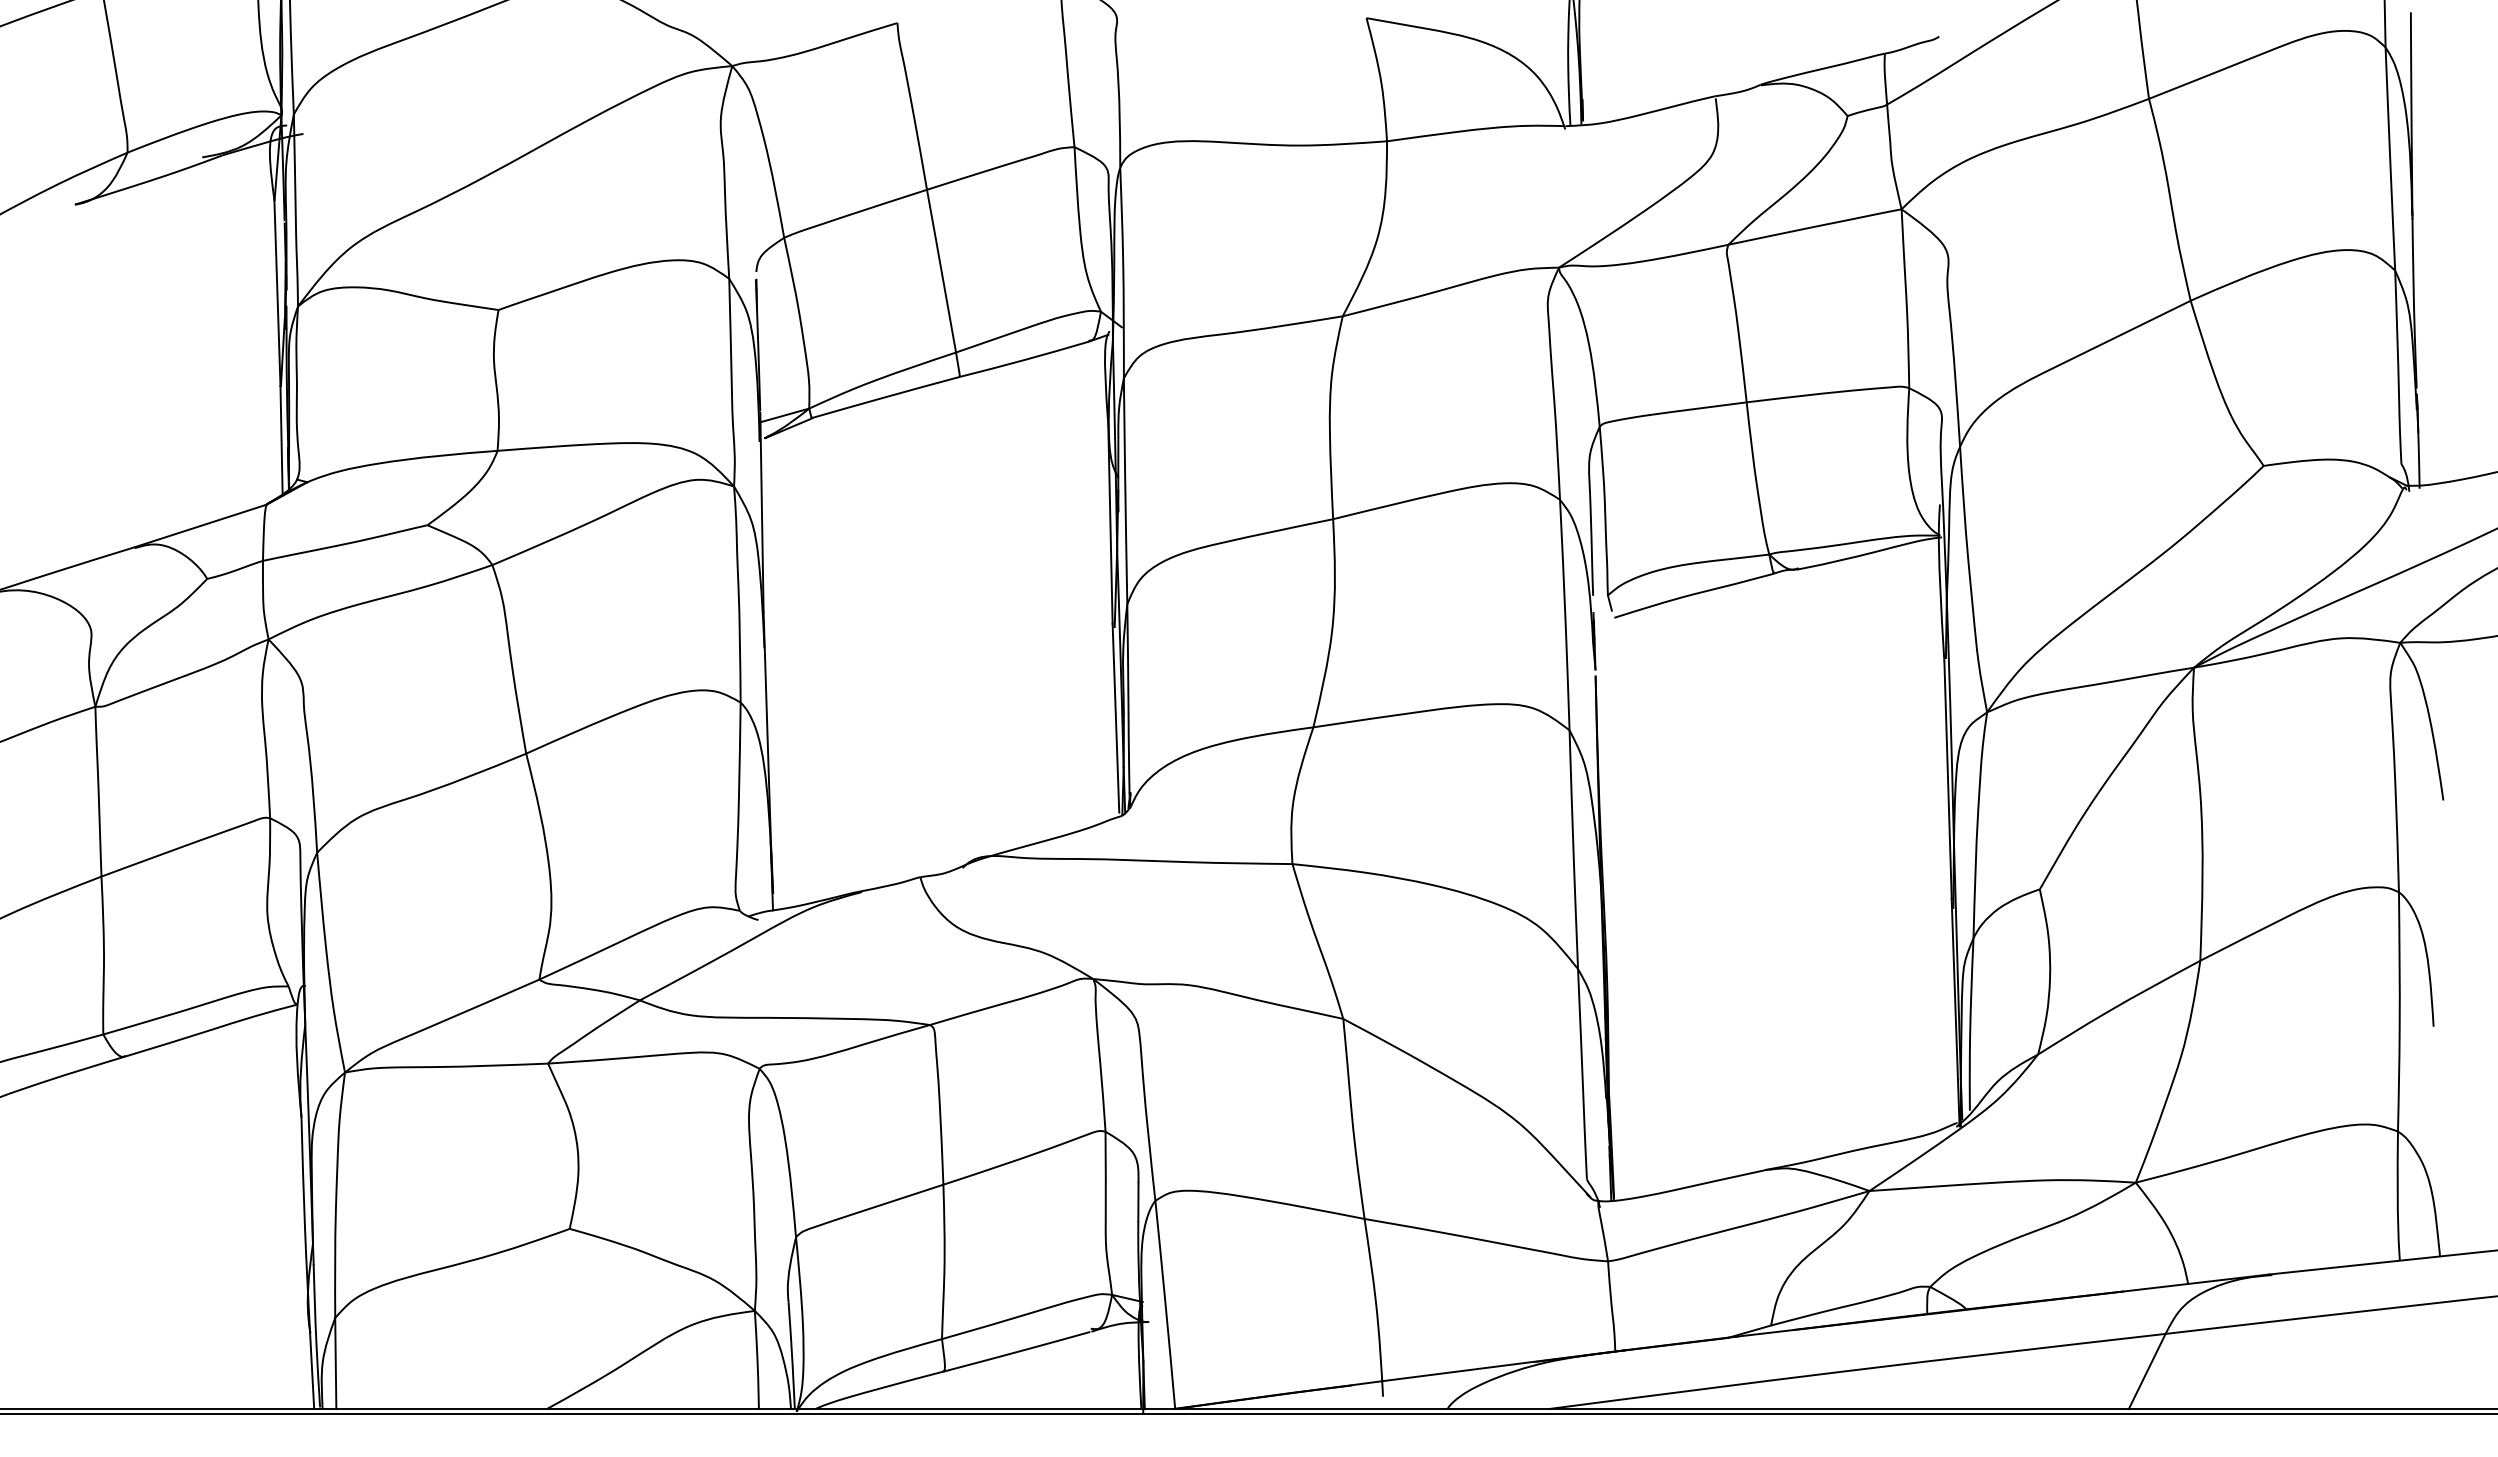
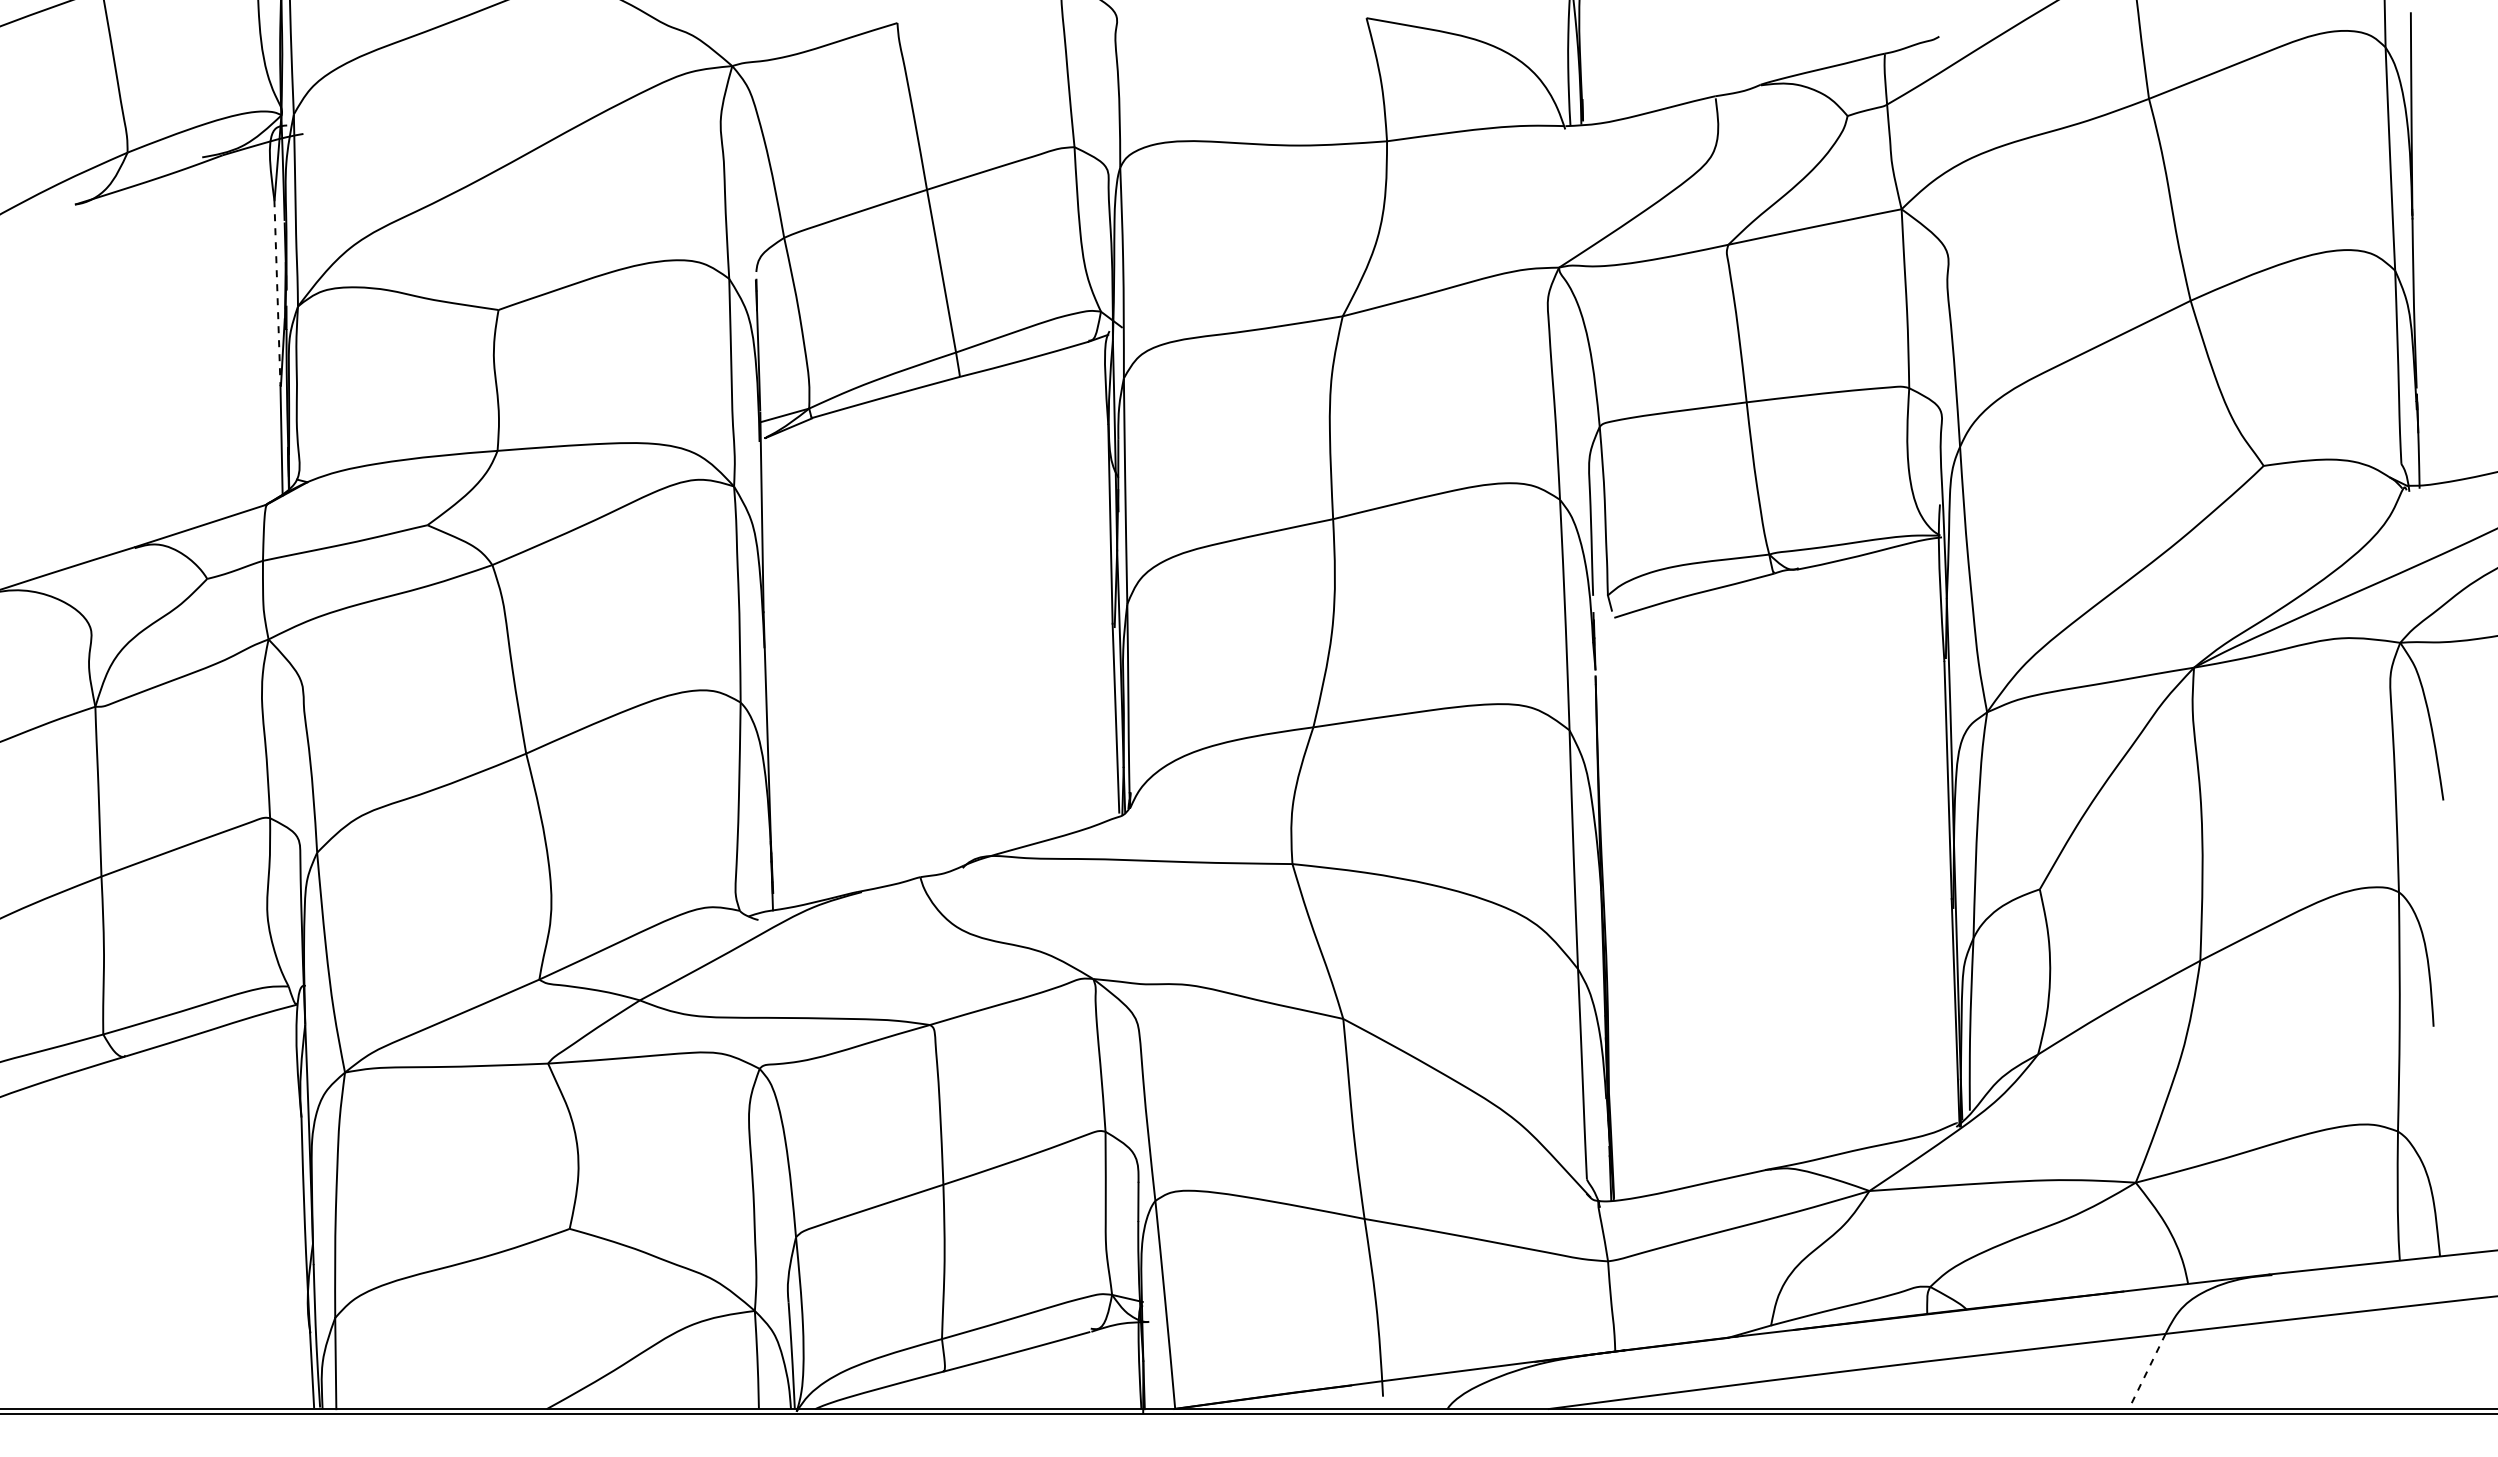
line at (277, 293): solid -> dashed
line at (2147, 1371): solid -> dashed
